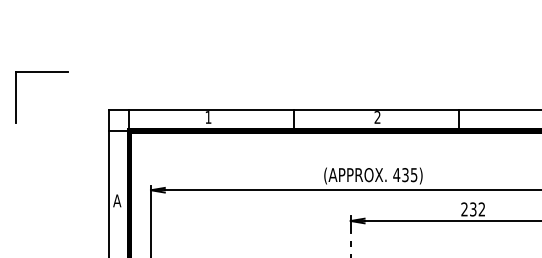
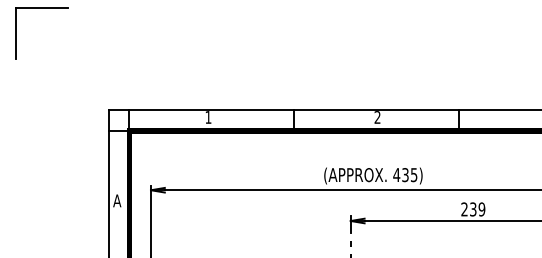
part at (41, 72) position: (41, 72) -> (41, 8)
text at (481, 209): 232 -> 239
